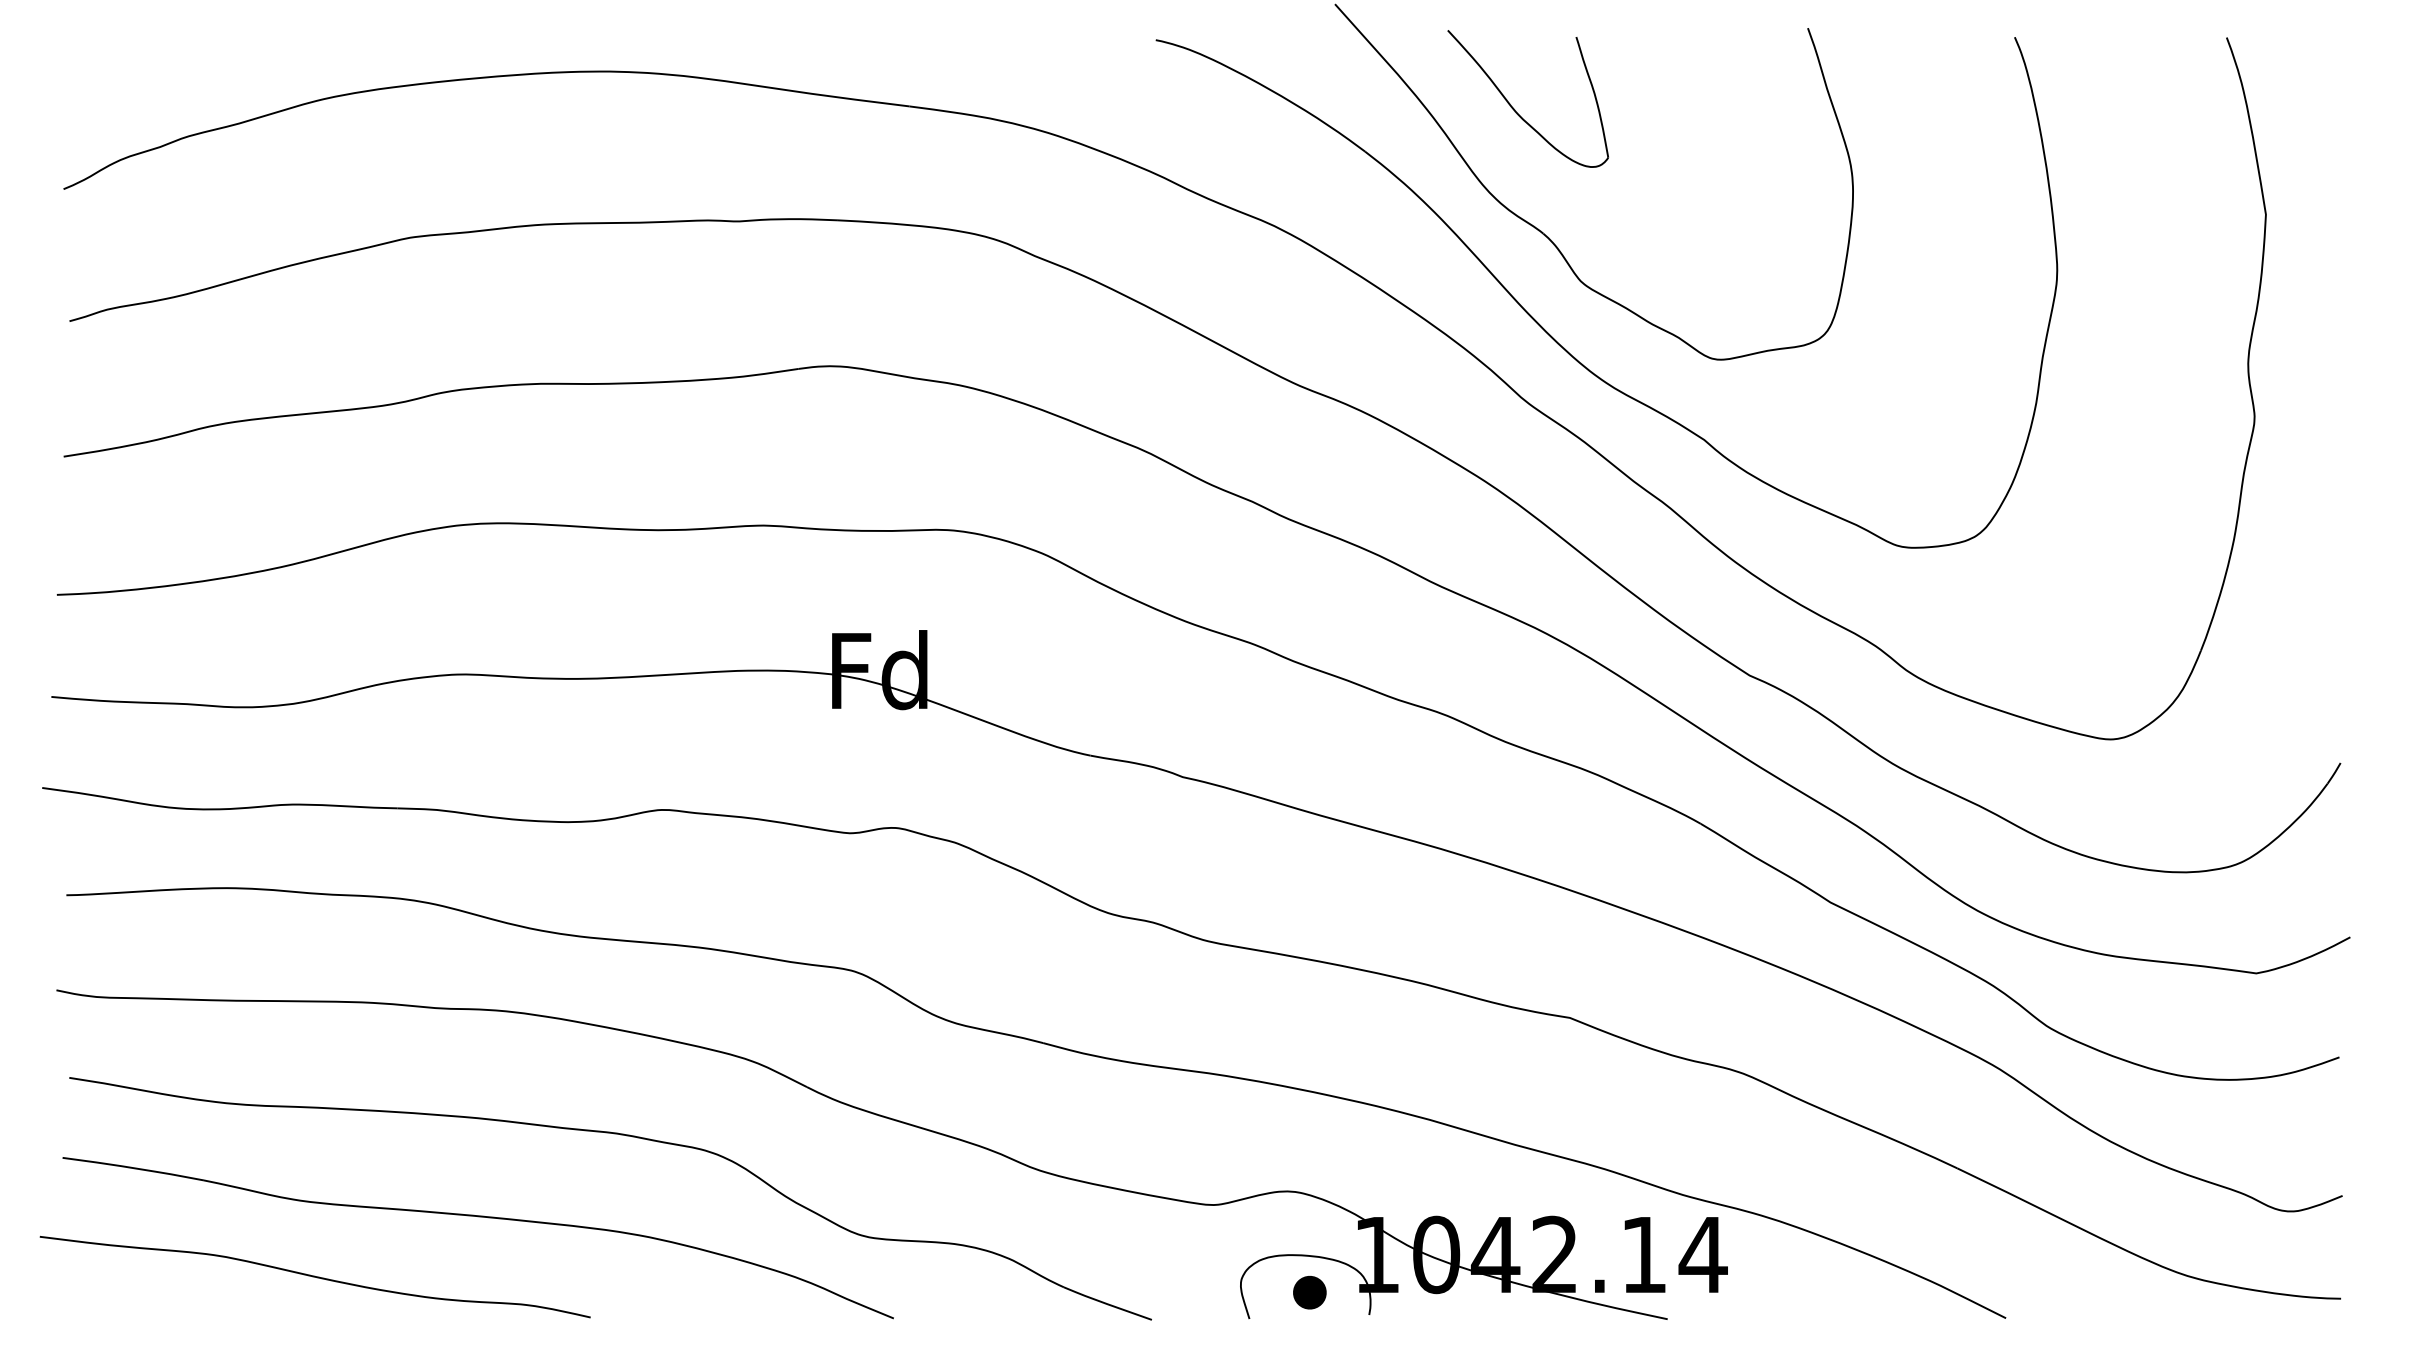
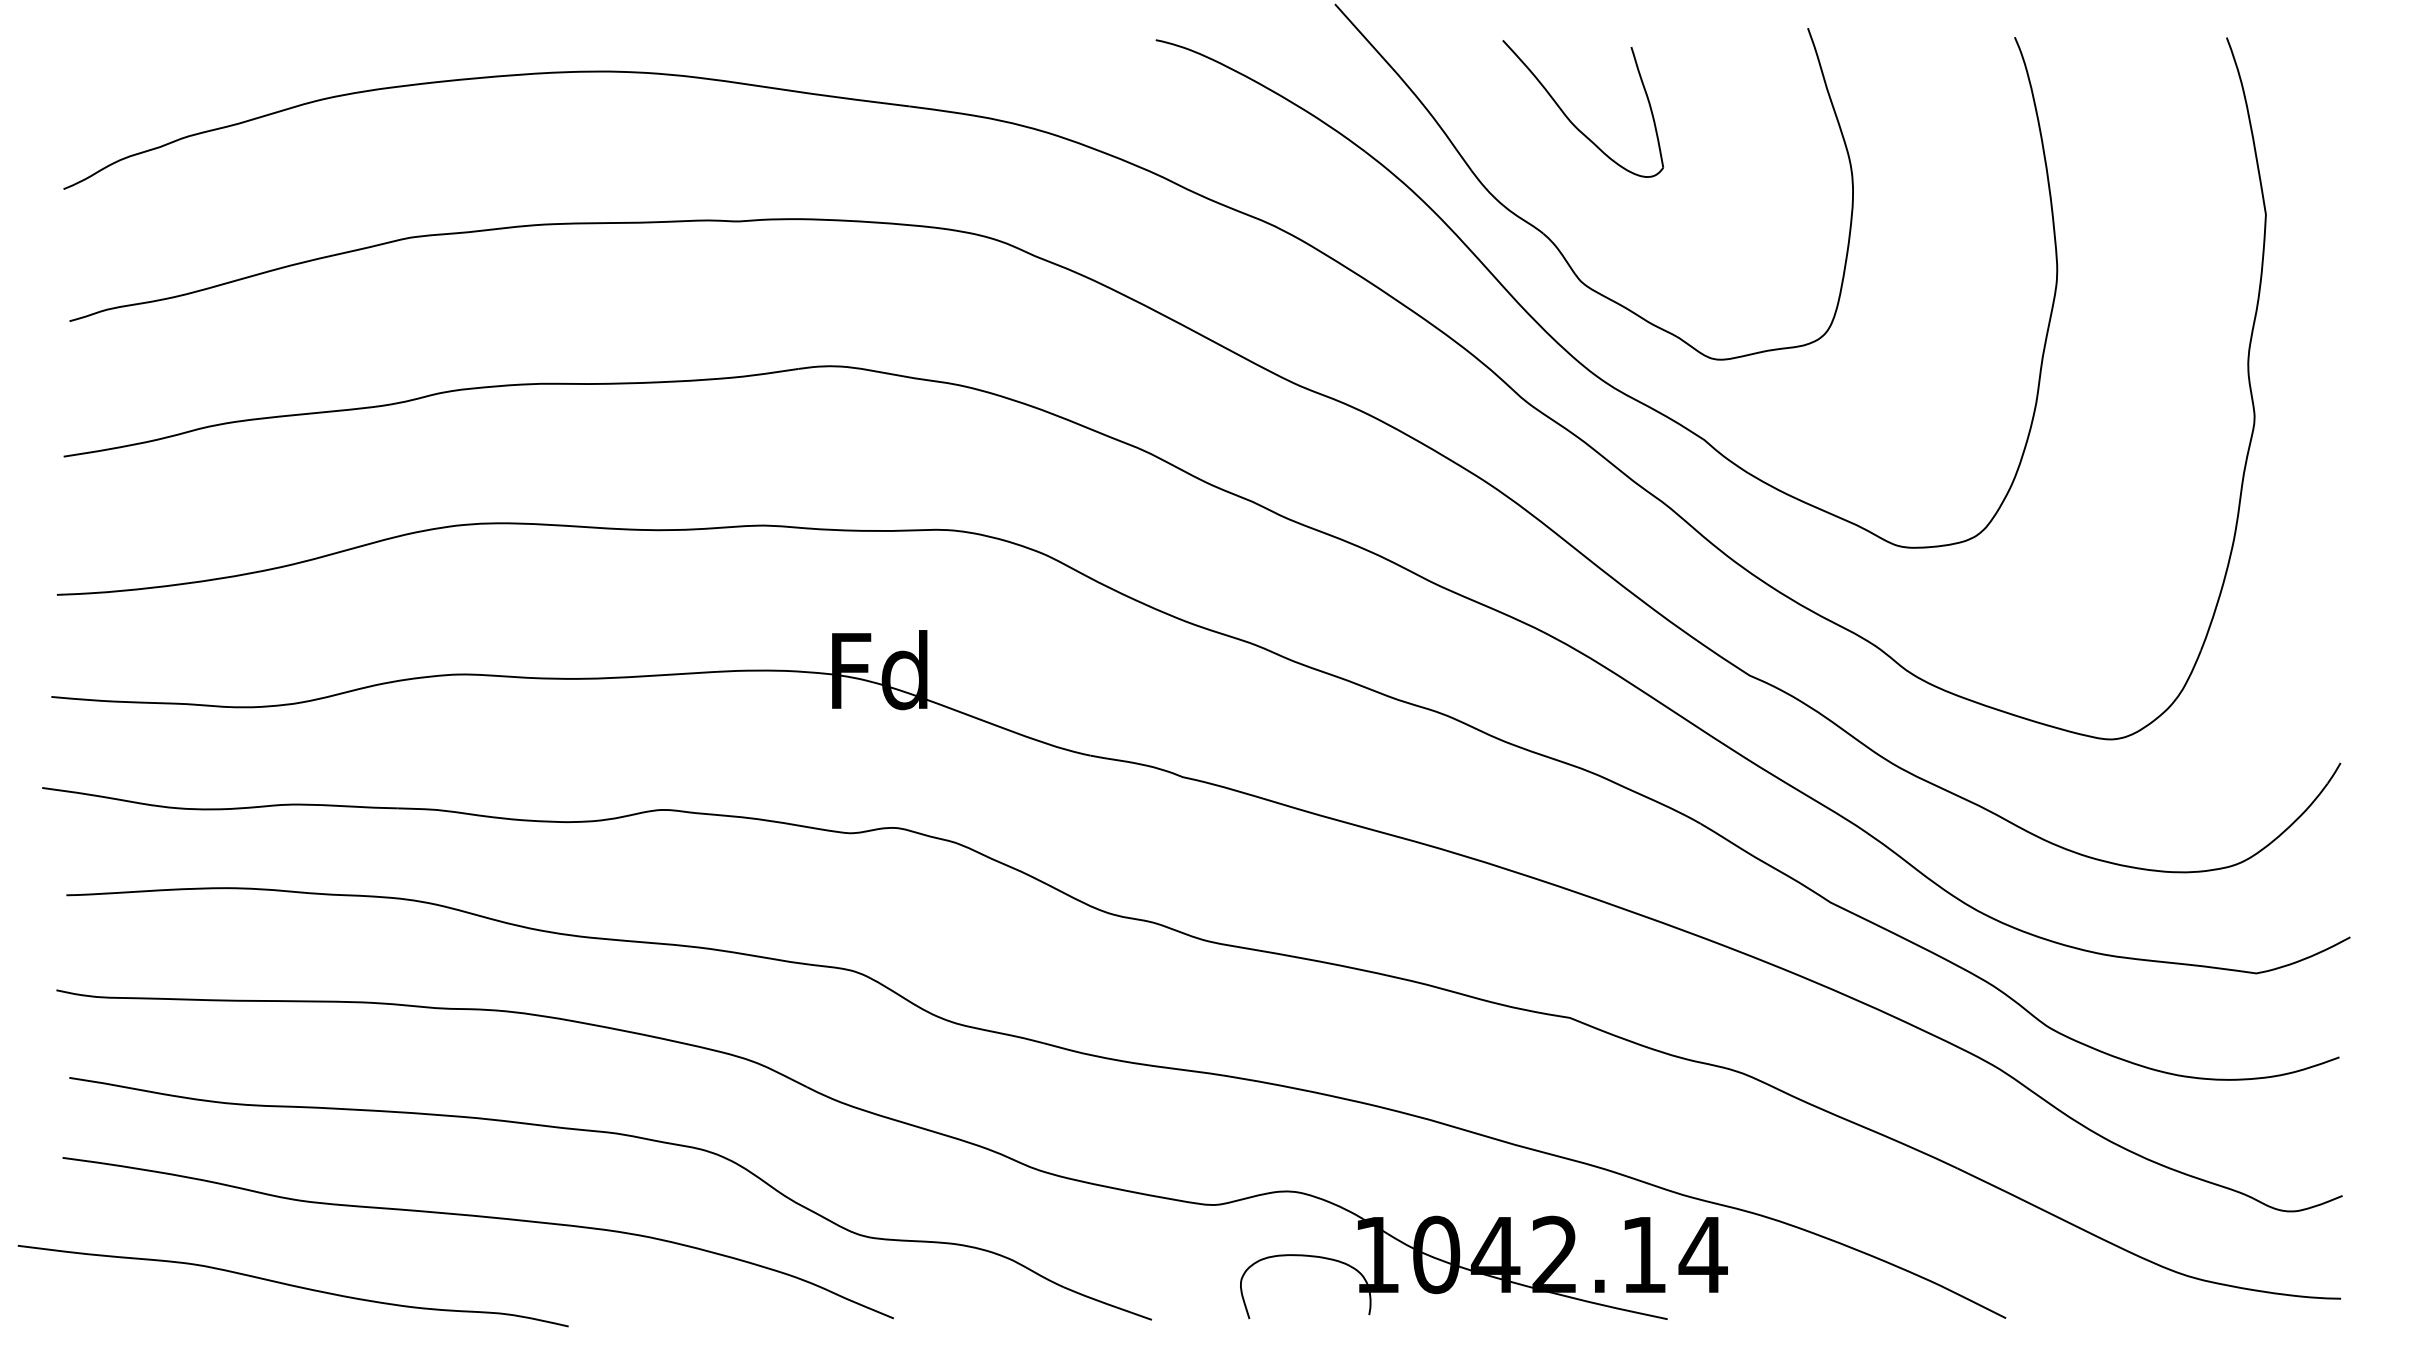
part at (1515, 109) position: (1515, 109) -> (1570, 119)
curve at (314, 1277) position: (314, 1277) -> (292, 1286)
part at (1309, 1292): present -> none
